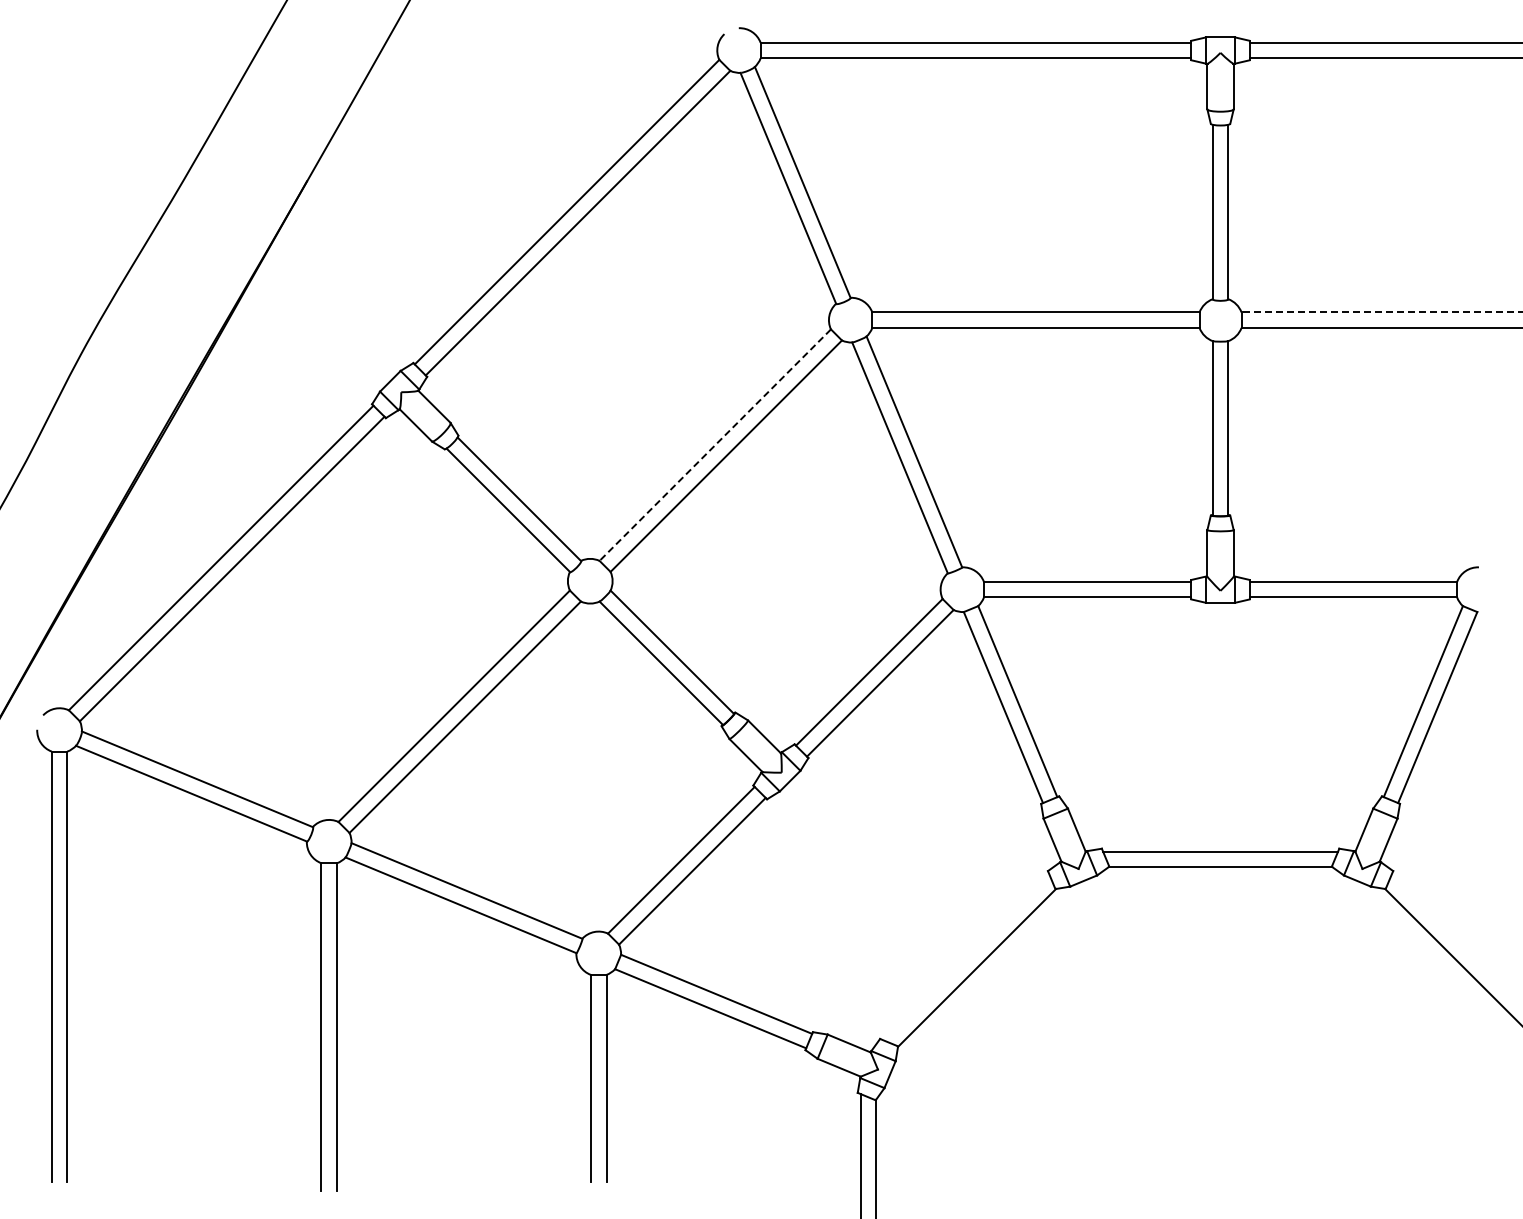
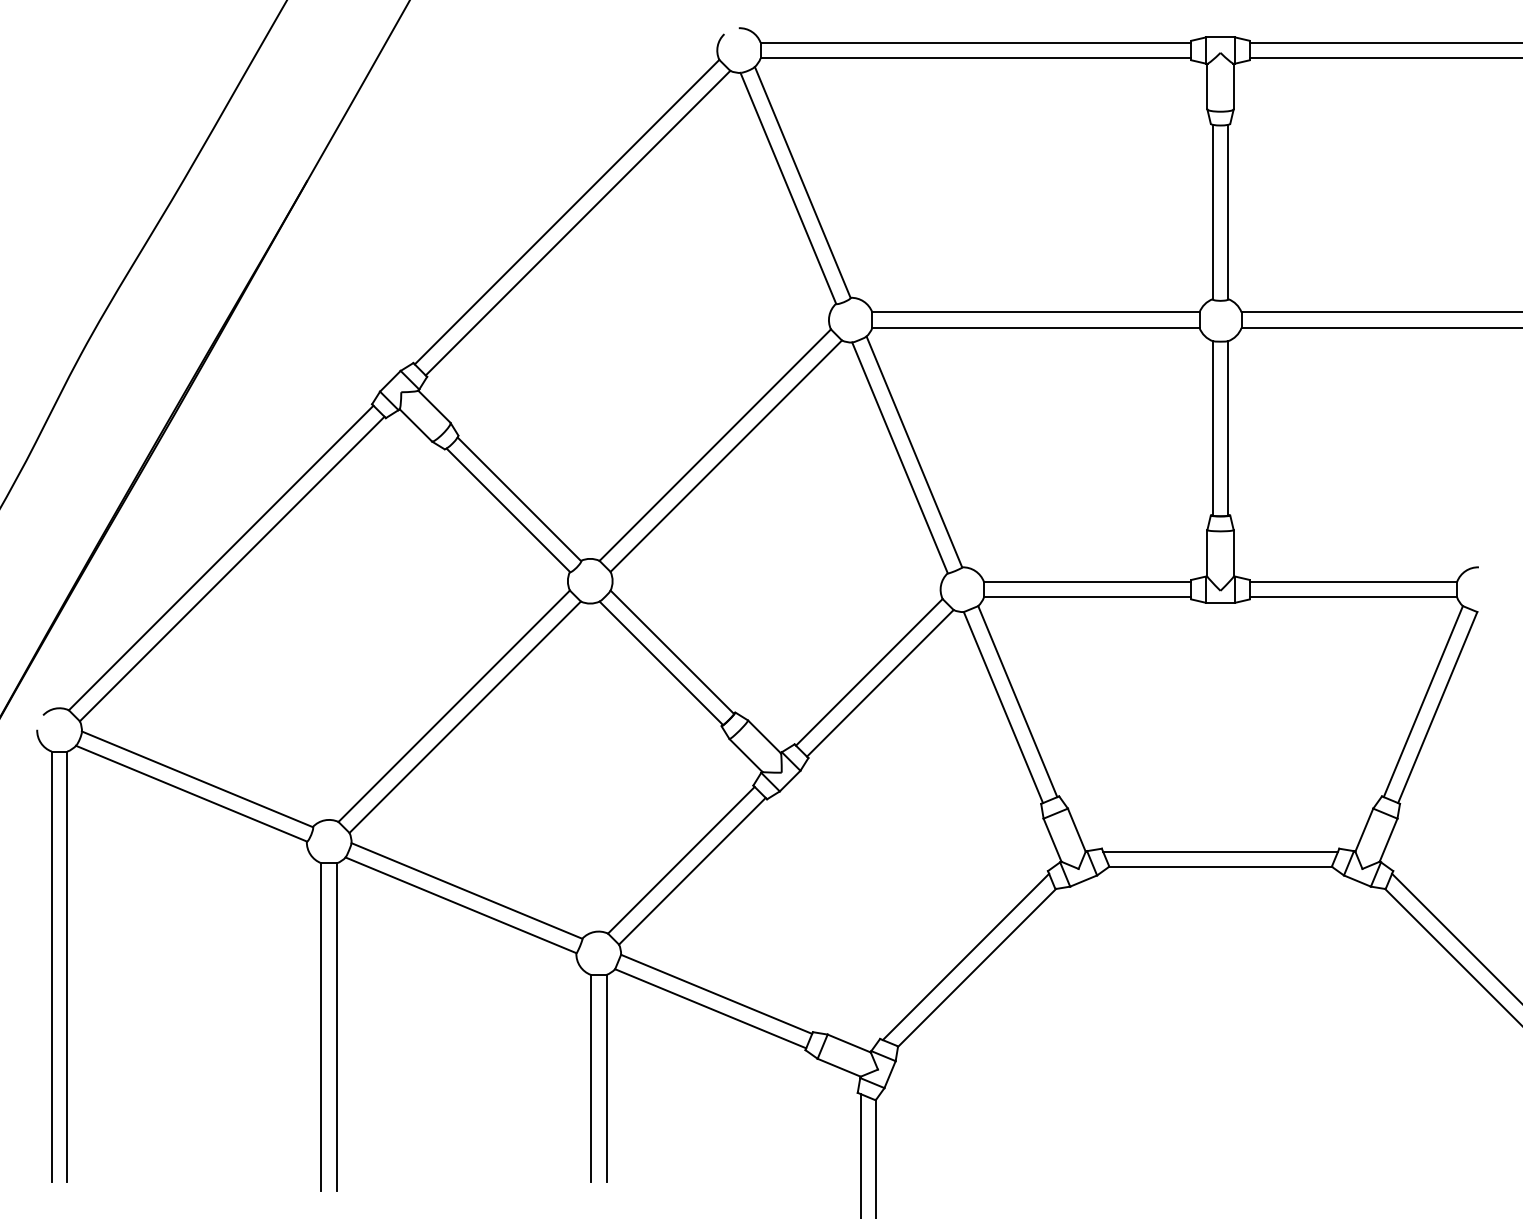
line at (1382, 312): dashed -> solid
line at (715, 445): dashed -> solid
line at (1455, 937): none -> present
line at (965, 956): none -> present
